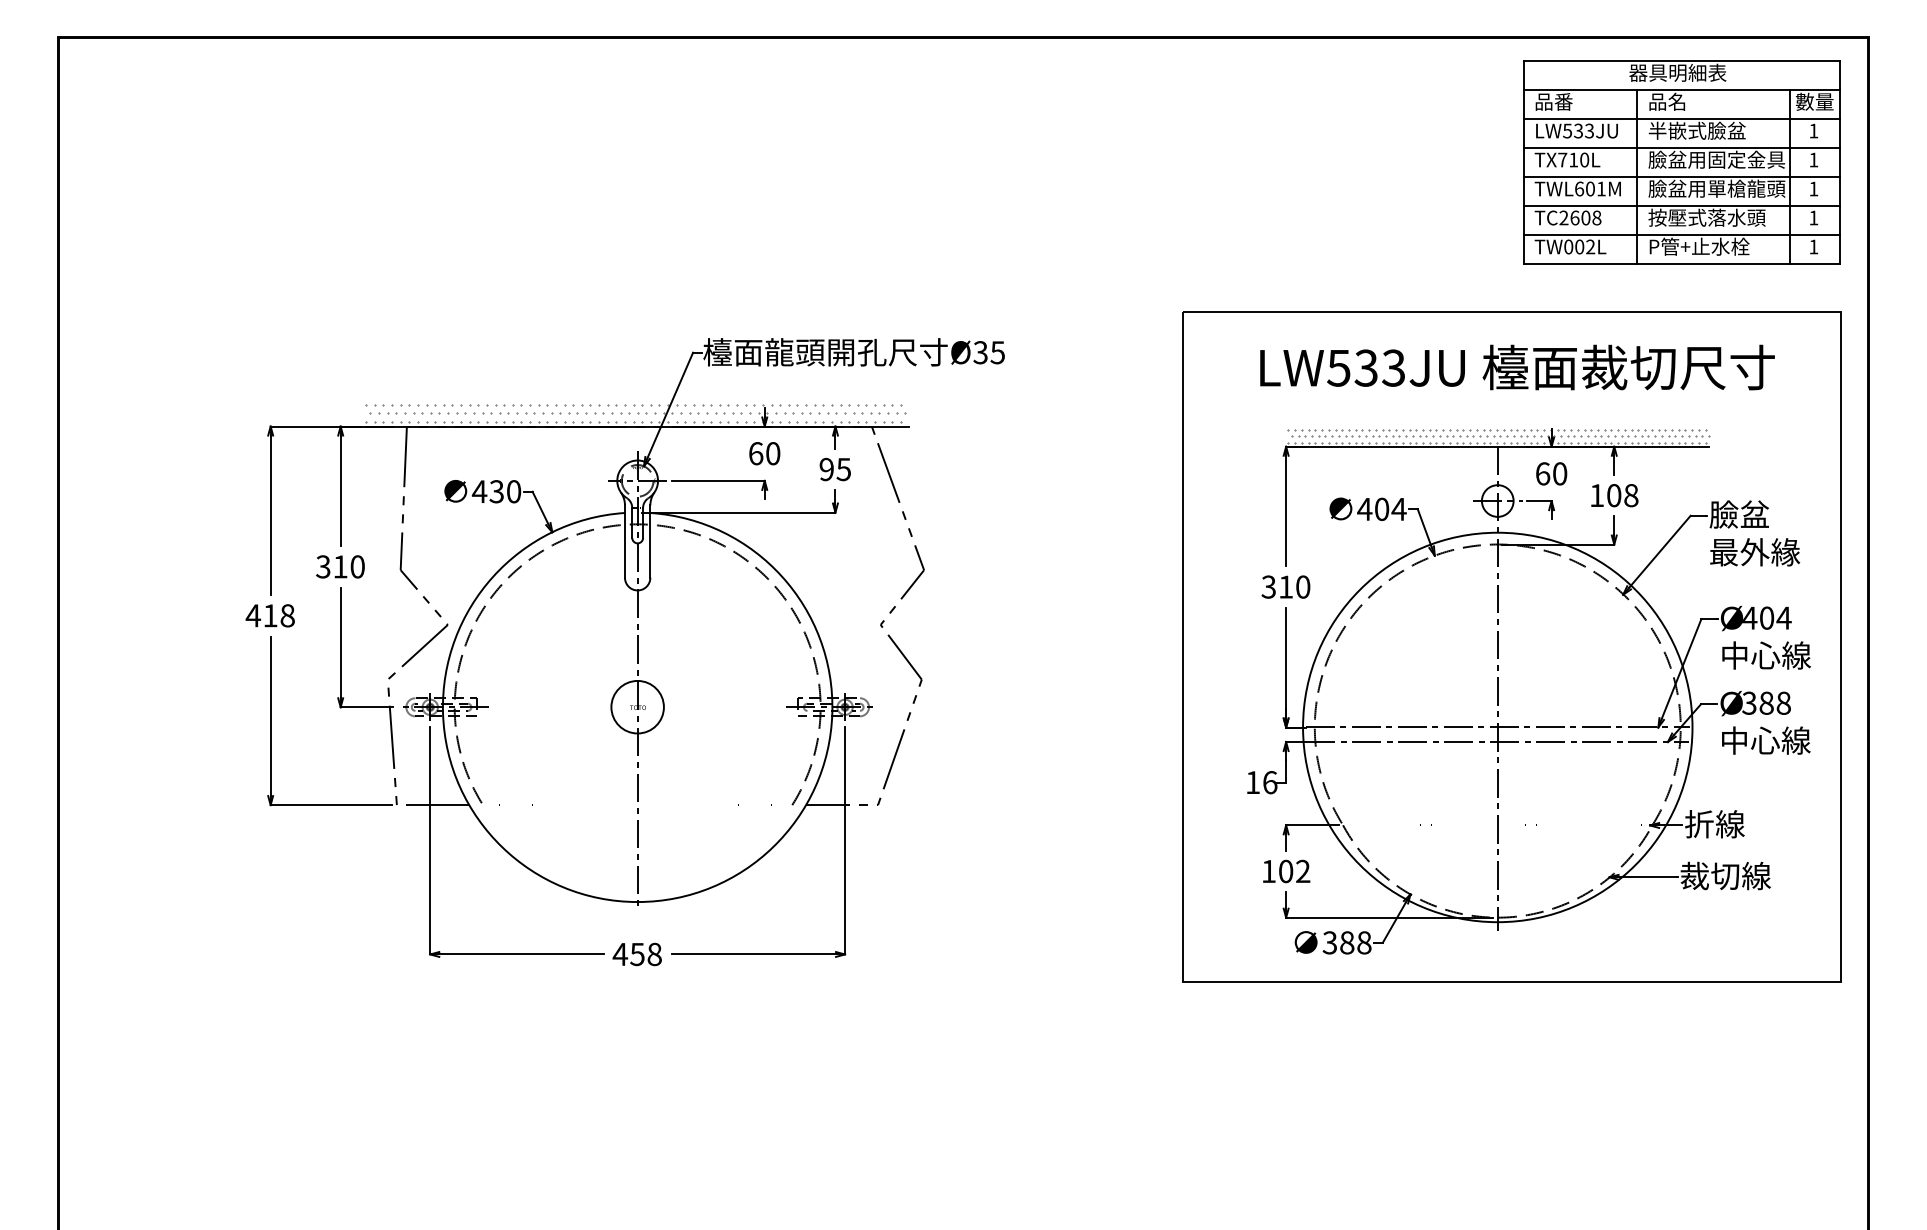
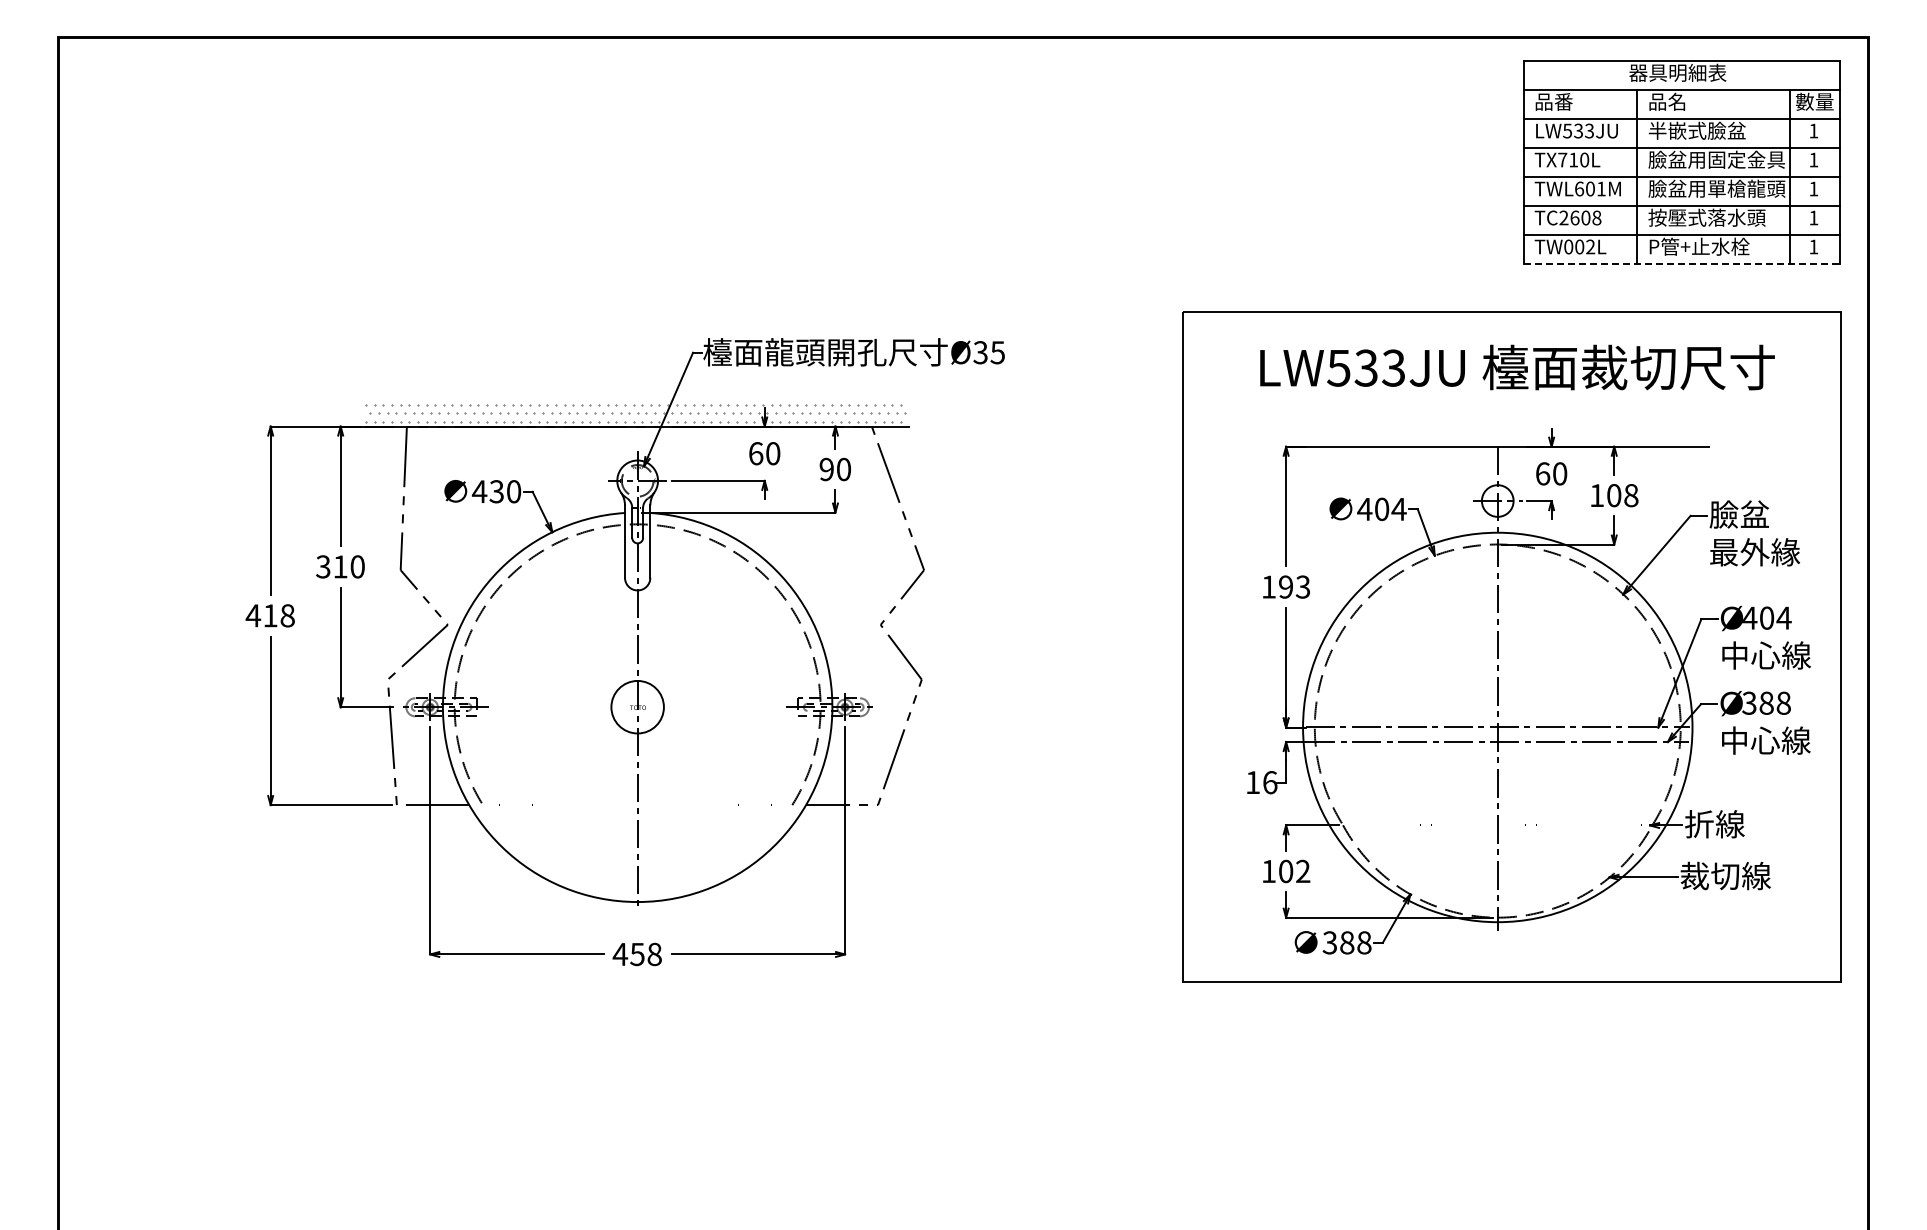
line at (1682, 263): solid -> dashed
hatch at (1498, 436): present -> none
text at (843, 469): 95 -> 90
text at (1285, 586): 310 -> 193
